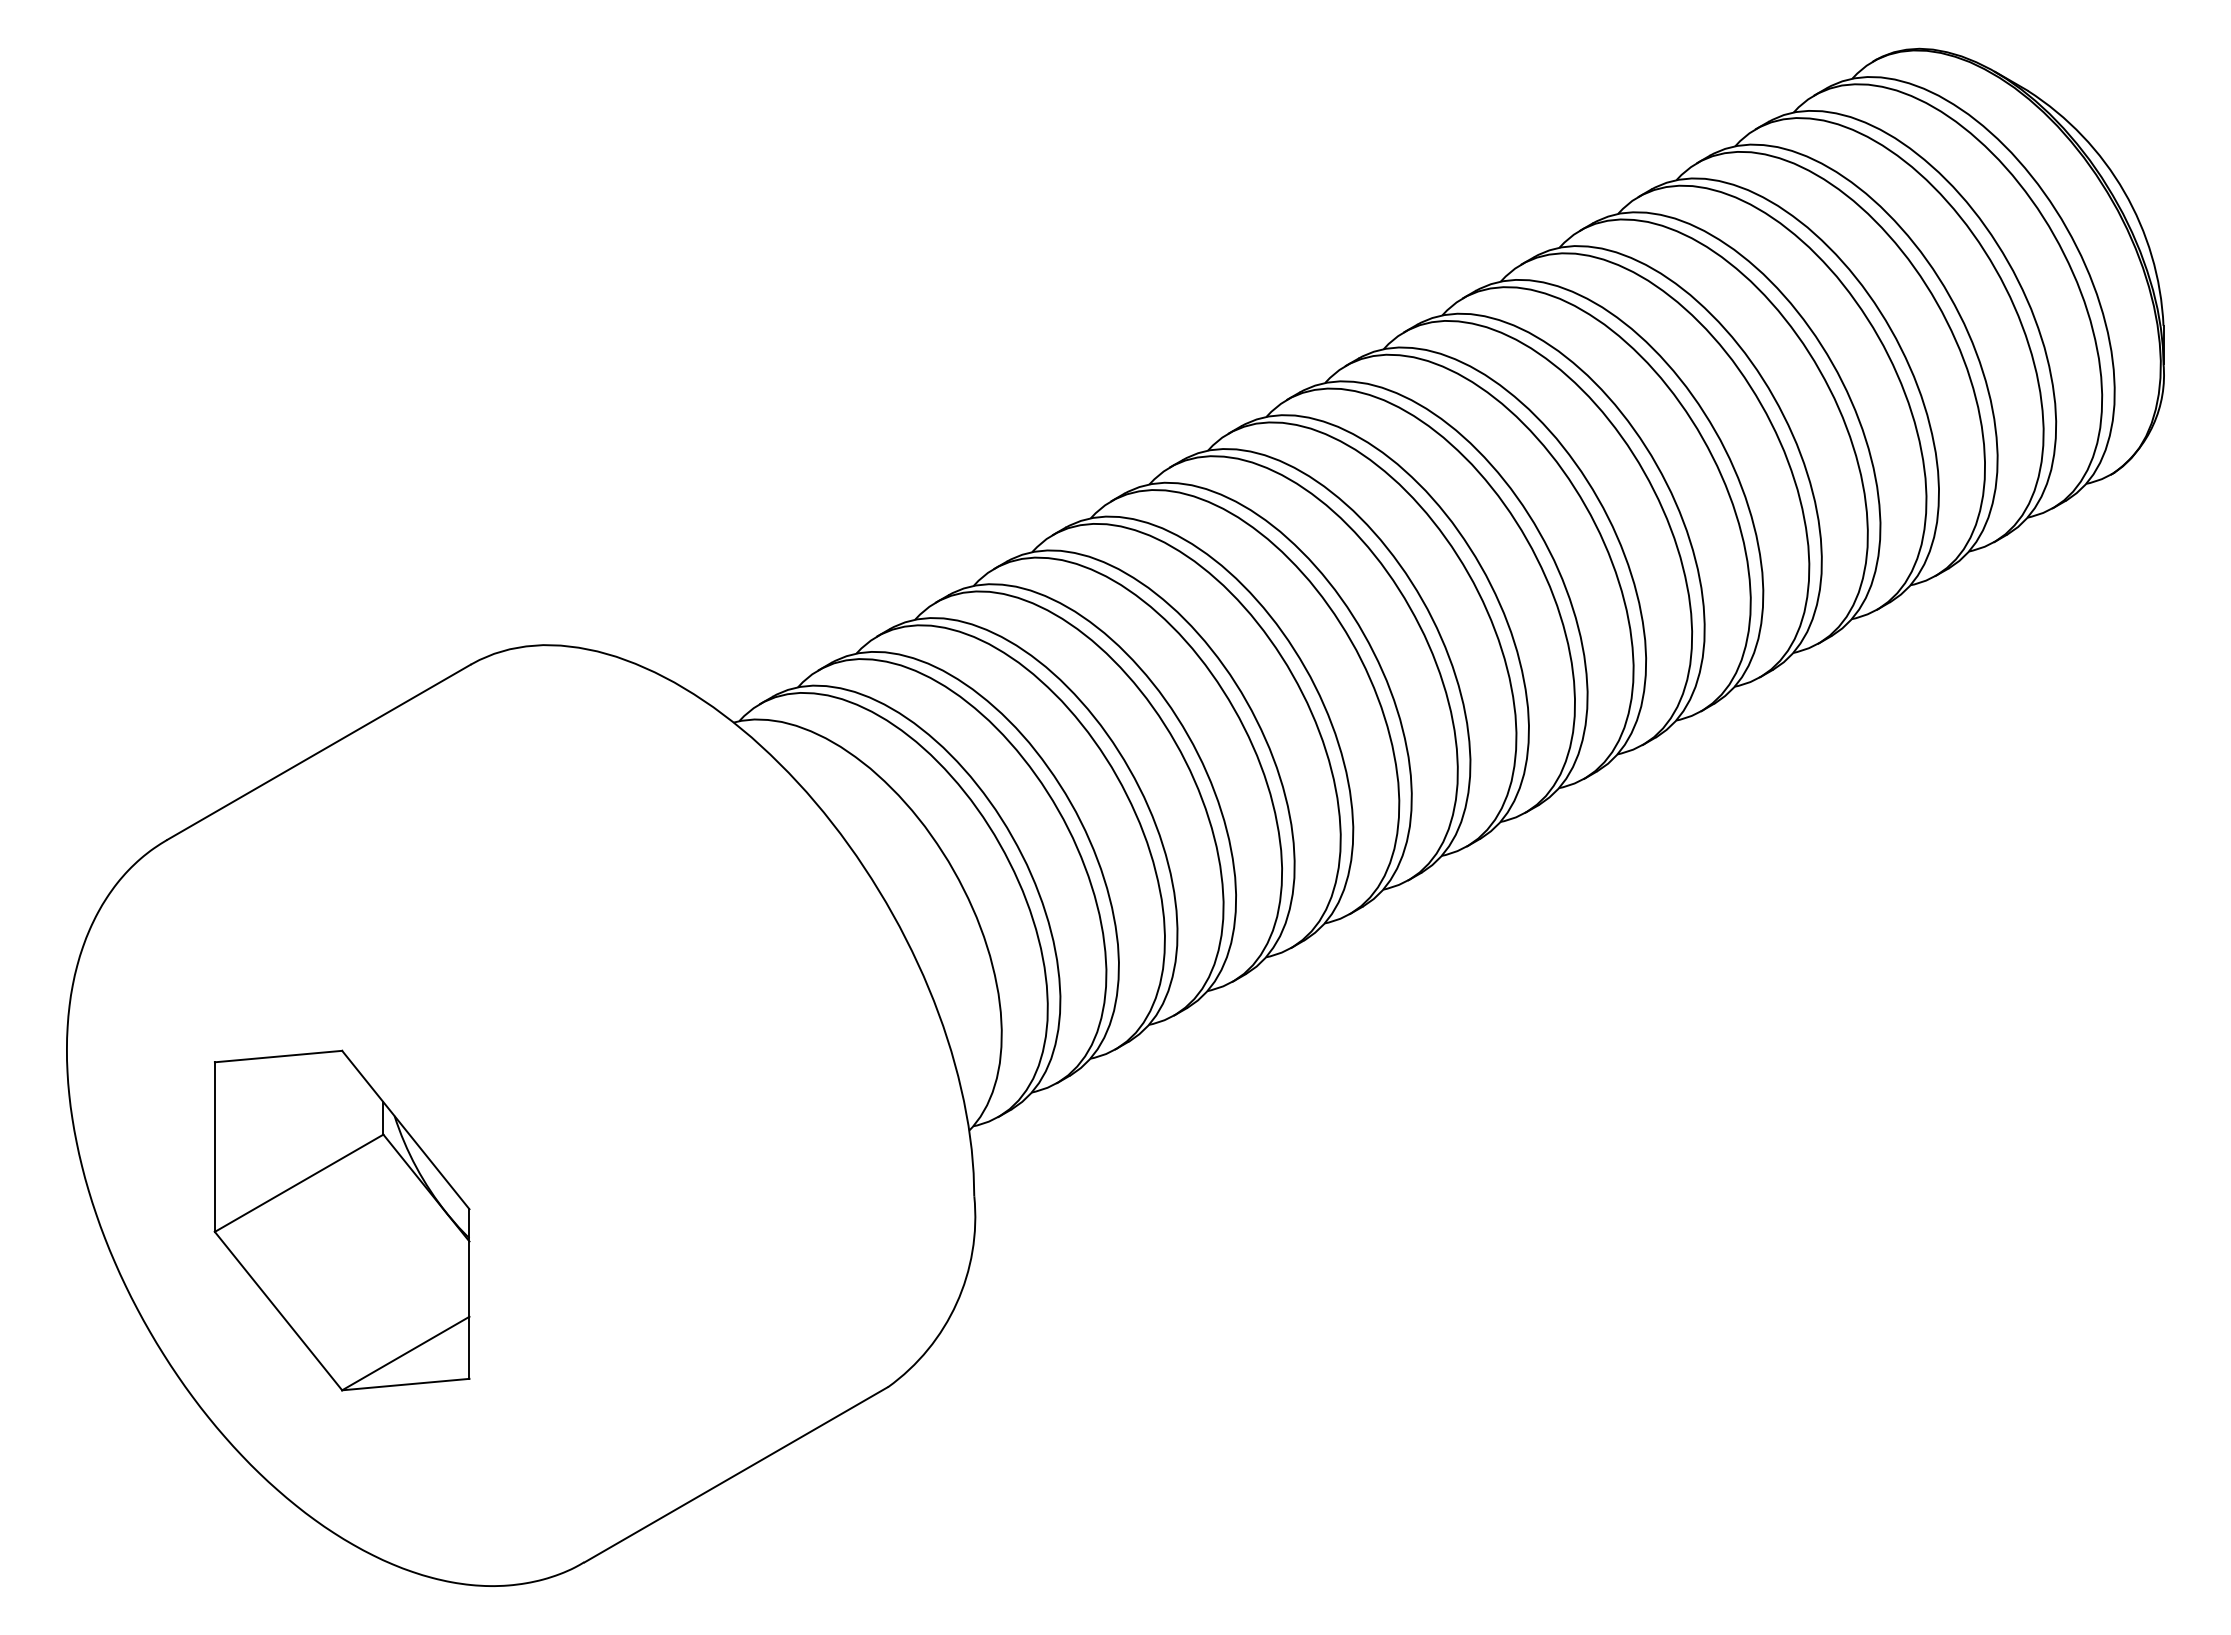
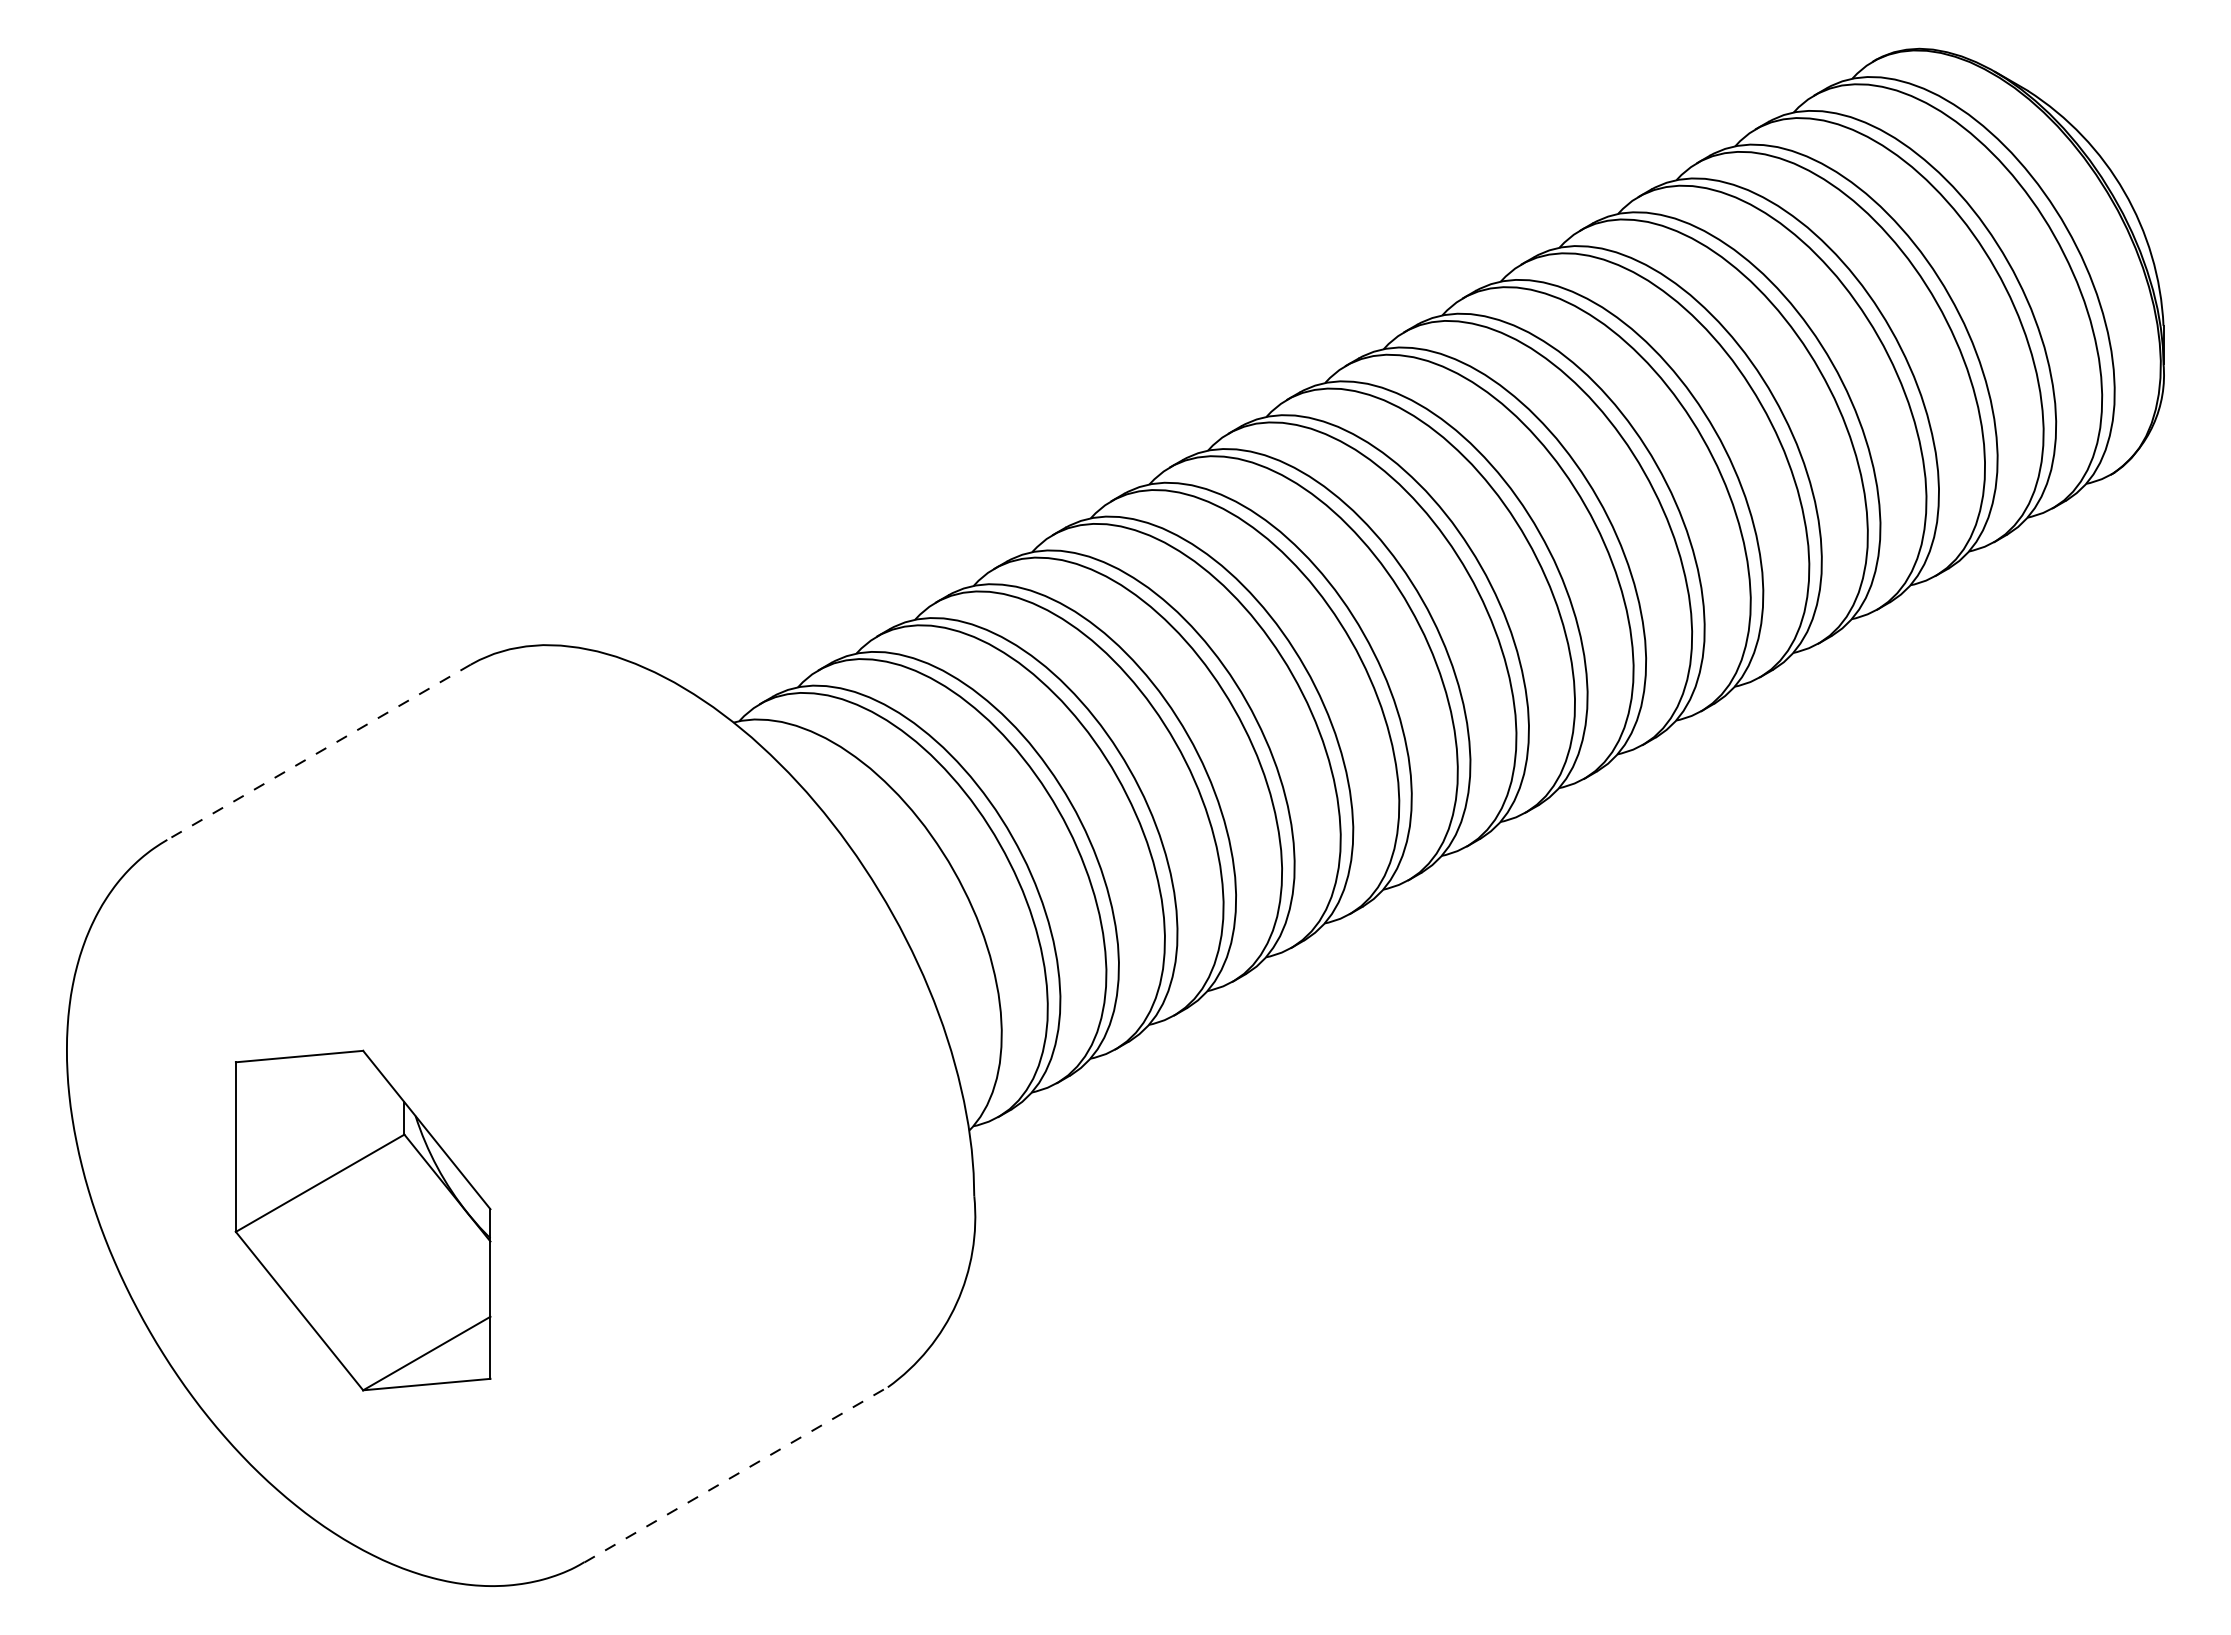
line at (318, 752): solid -> dashed
part at (341, 1220) position: (341, 1220) -> (362, 1220)
line at (736, 1474): solid -> dashed
